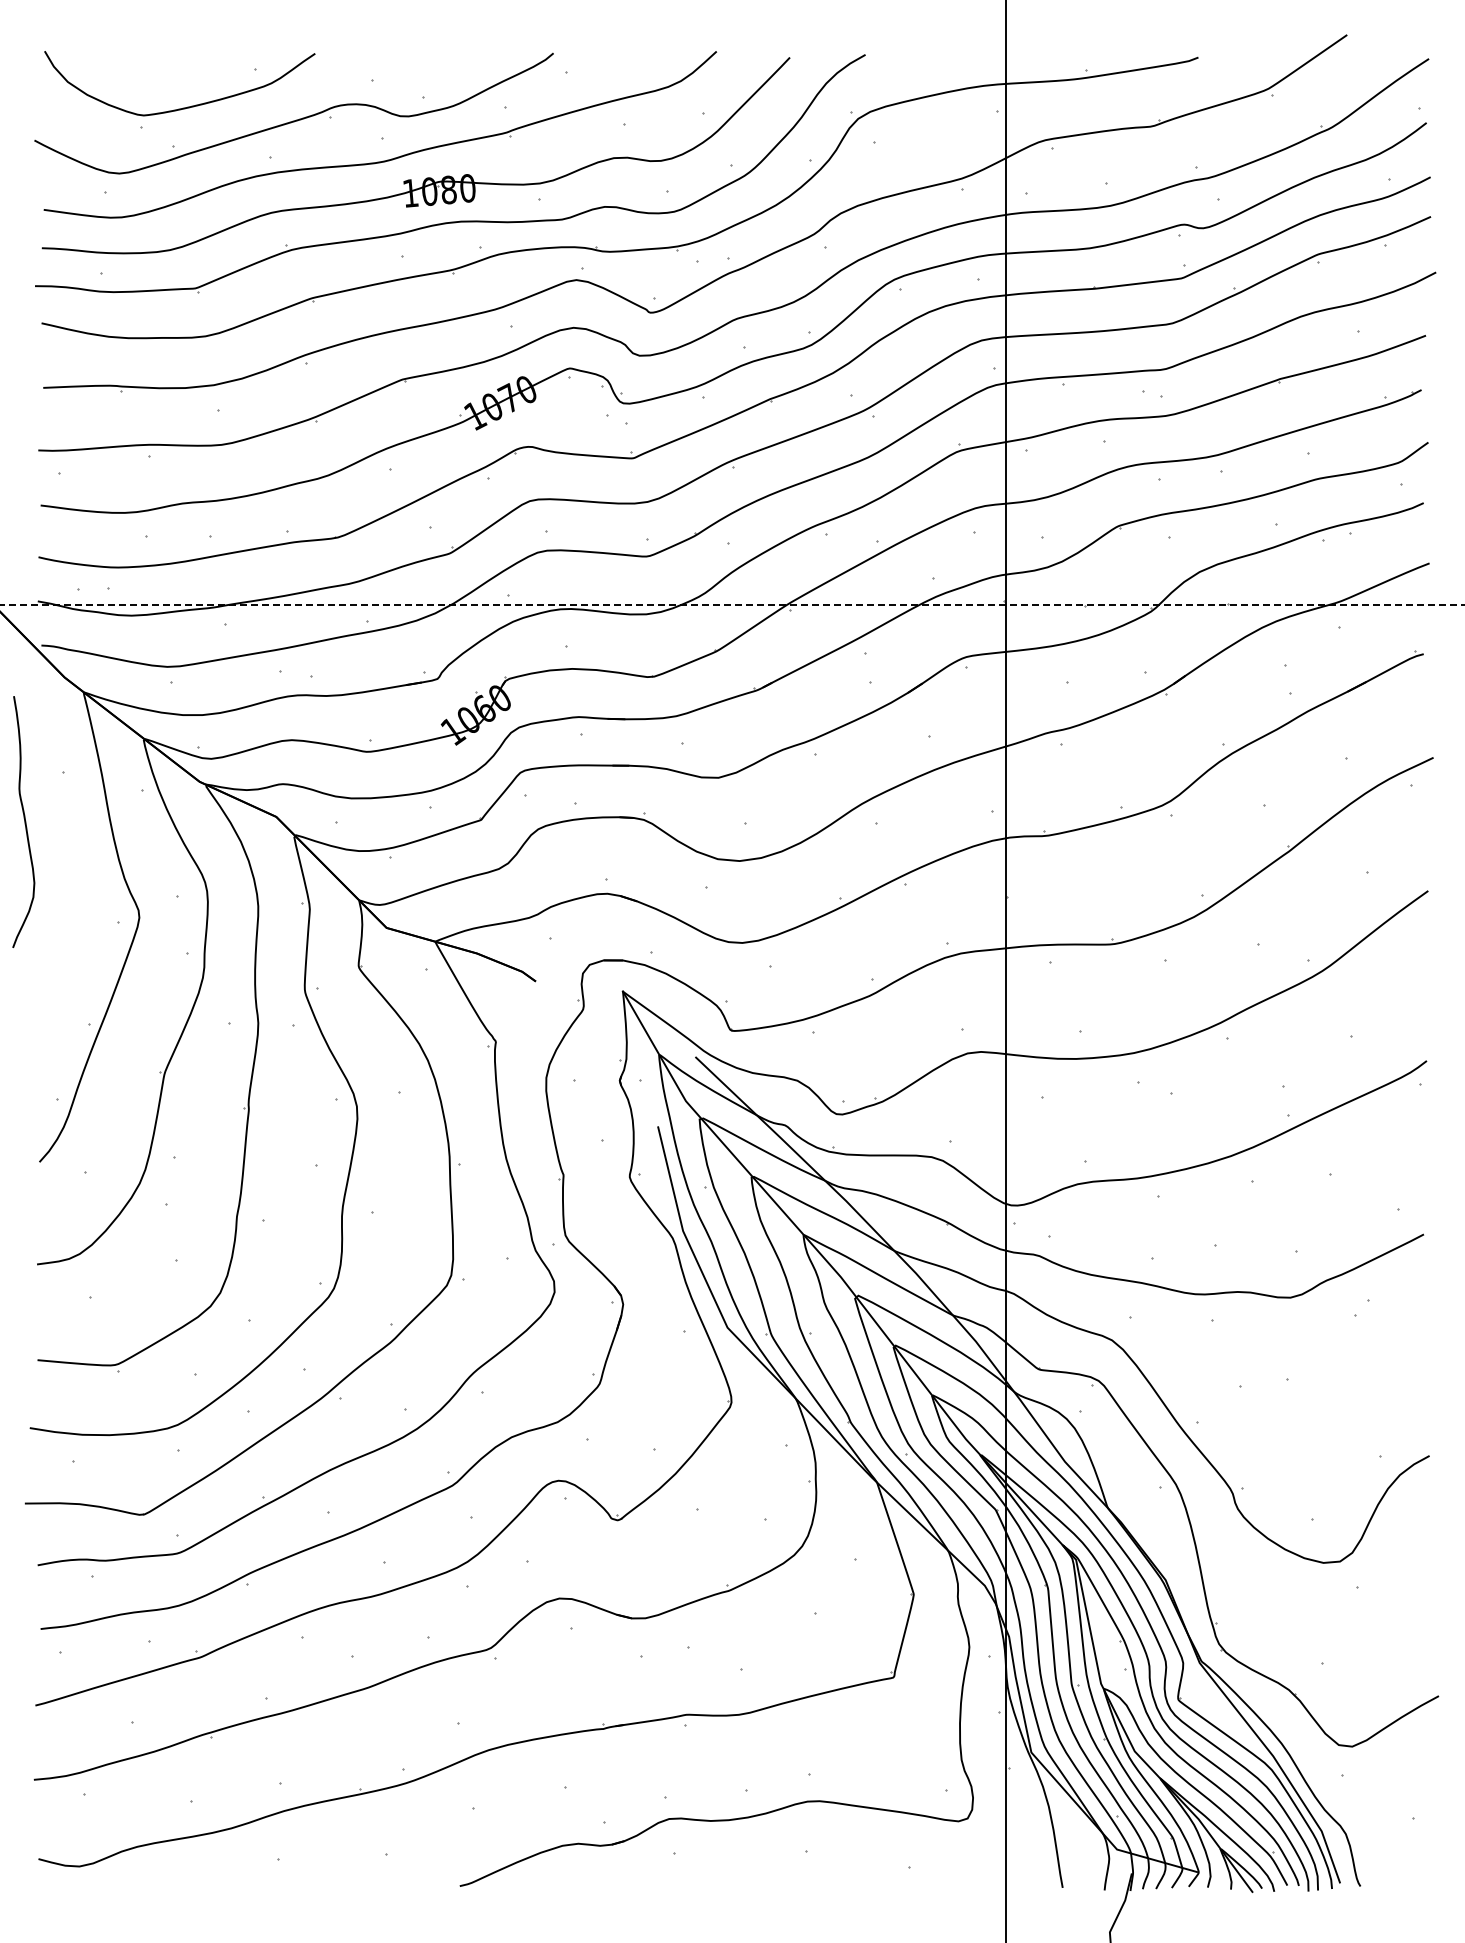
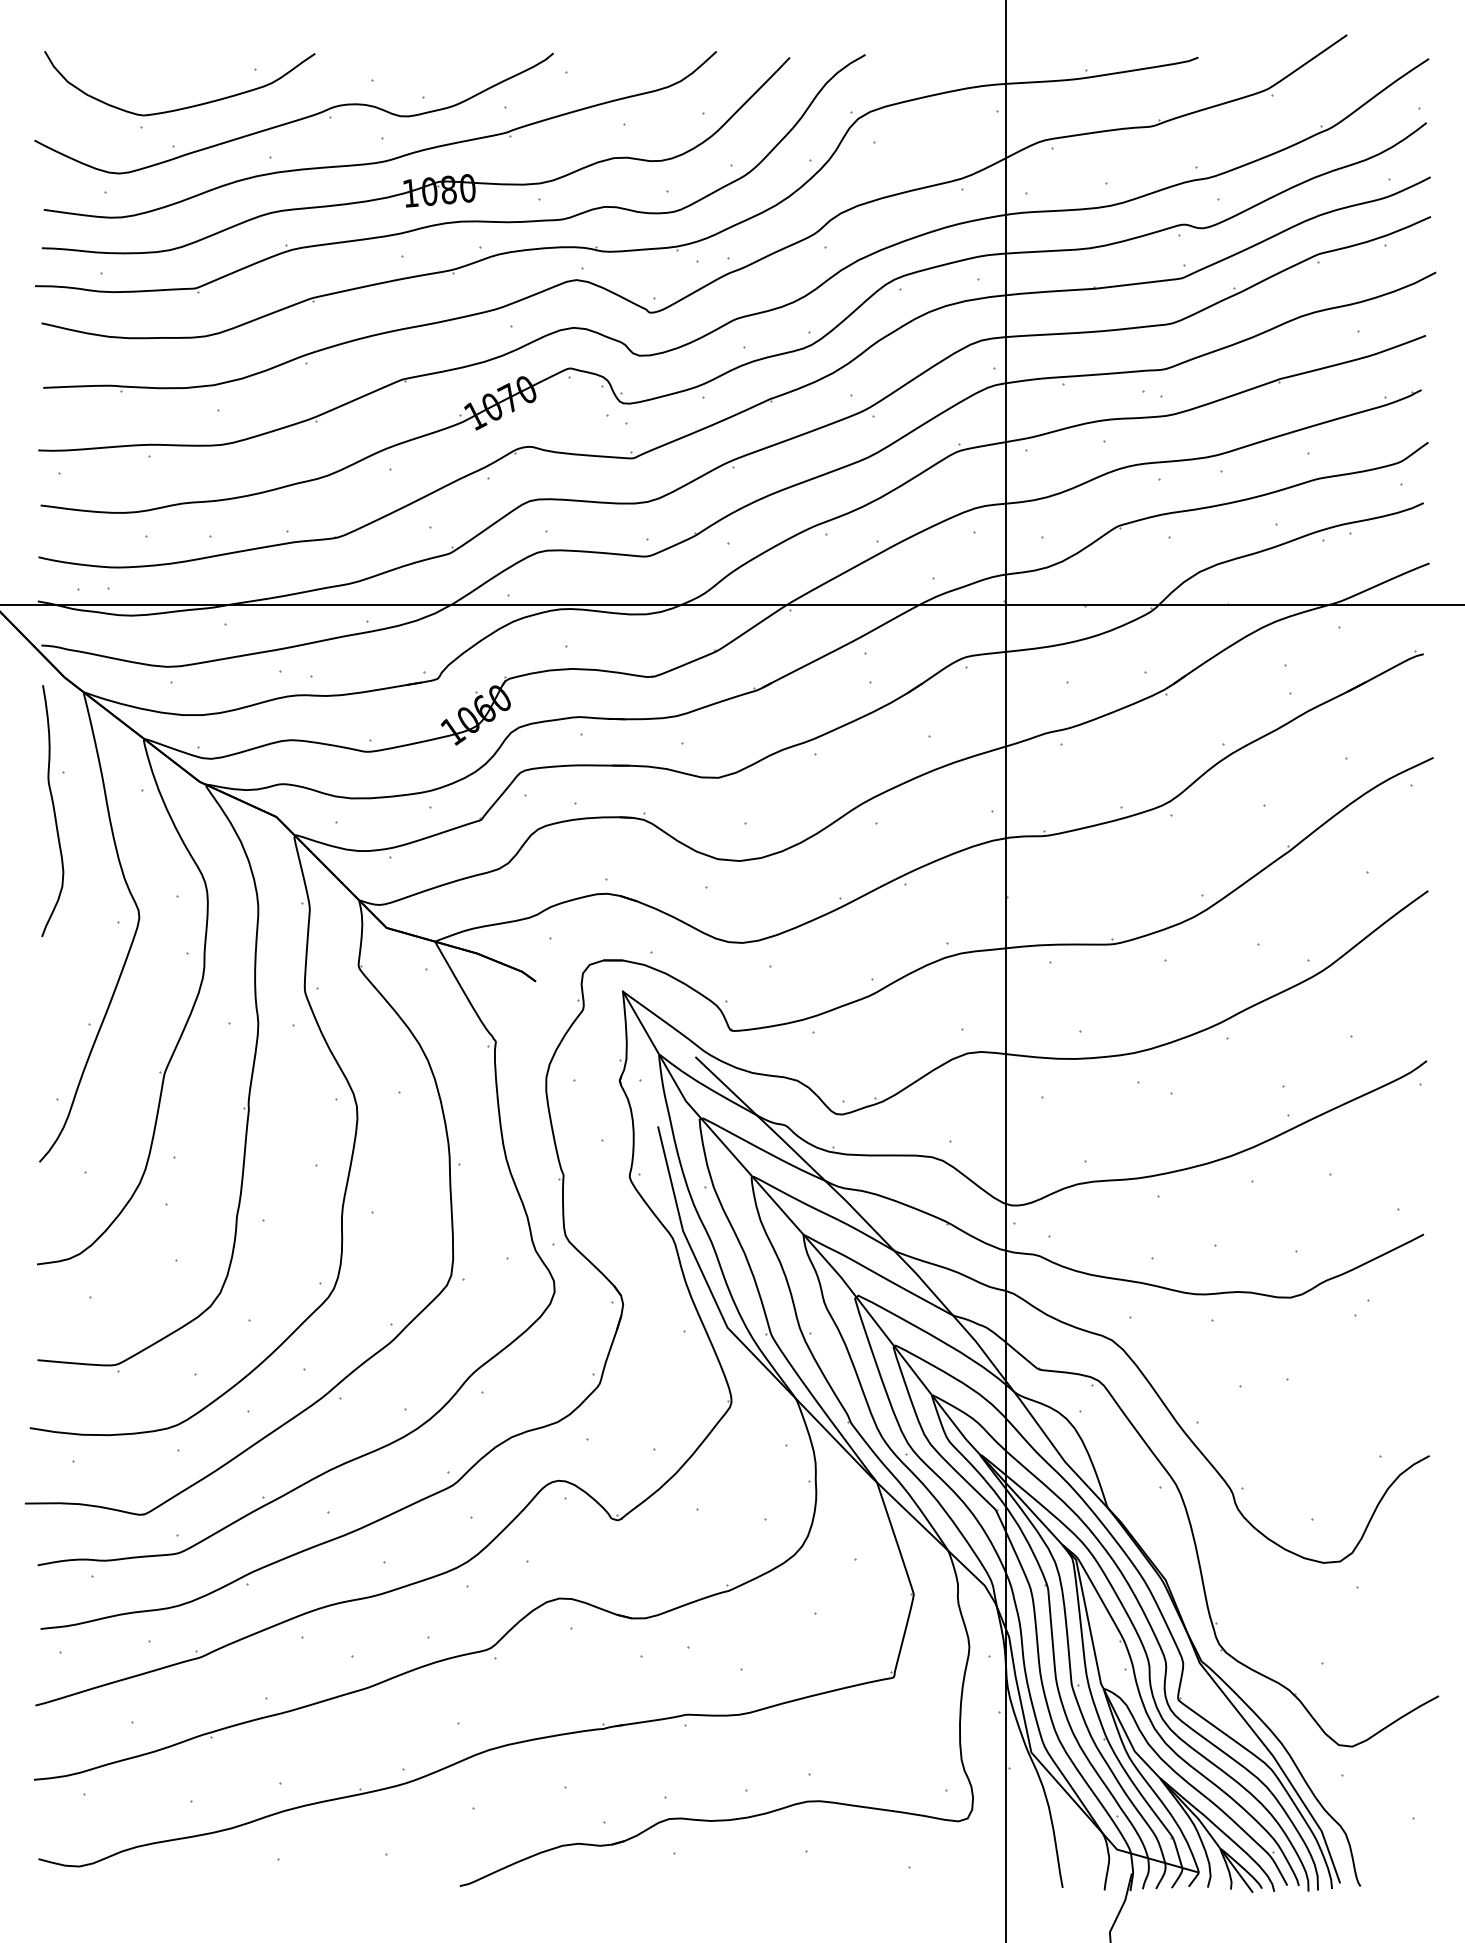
line at (732, 604): dashed -> solid
curve at (24, 821) position: (24, 821) -> (53, 810)
